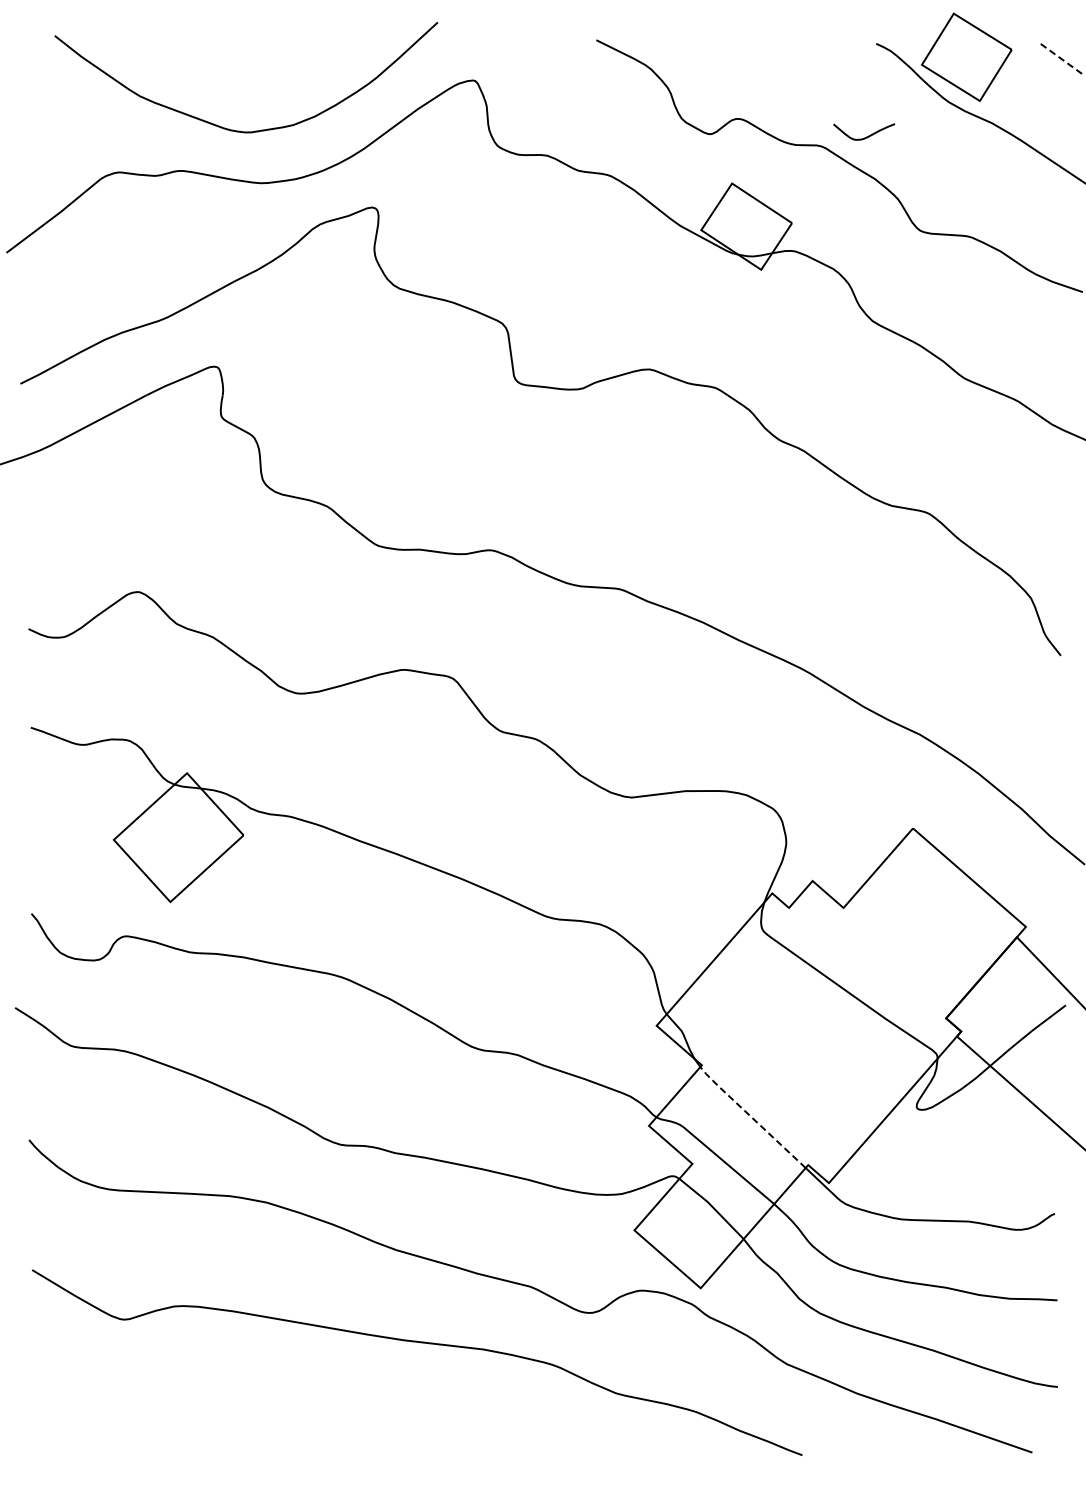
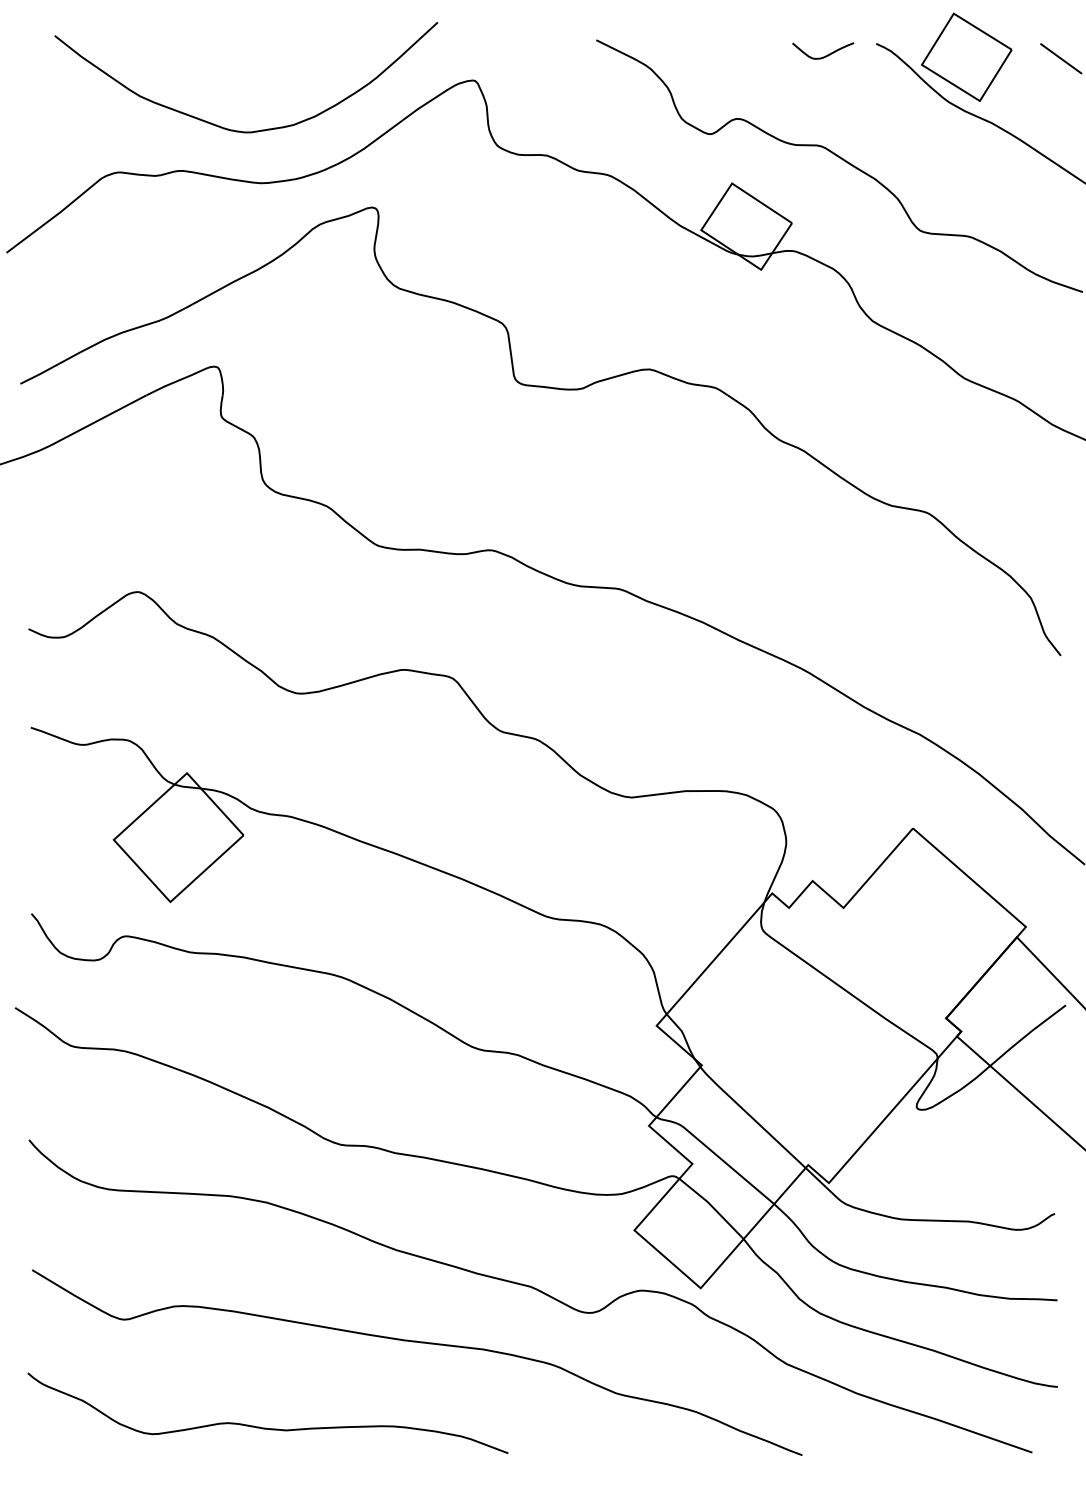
line at (1061, 58): dashed -> solid
curve at (866, 136) position: (866, 136) -> (825, 55)
line at (751, 1117): dashed -> solid
curve at (266, 1427): none -> present
